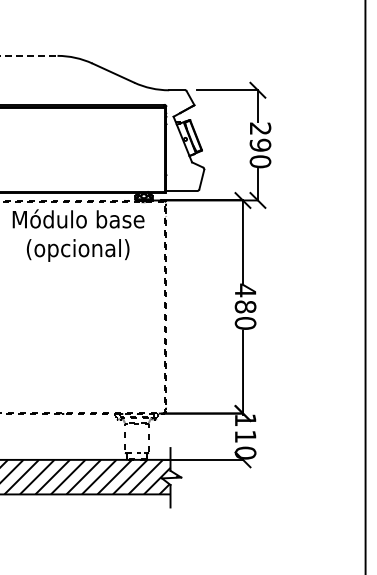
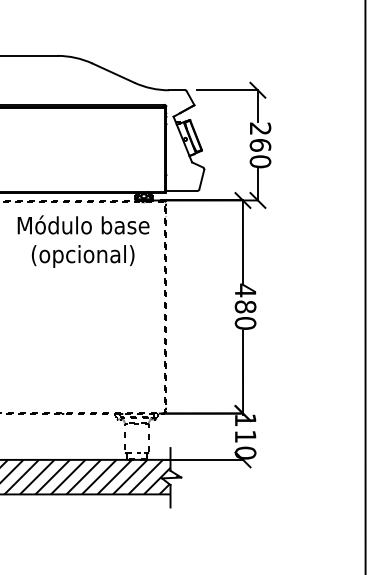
line at (29, 55): dashed -> solid
text at (260, 144): 290 -> 260
text at (78, 235) position: (78, 235) -> (83, 241)
